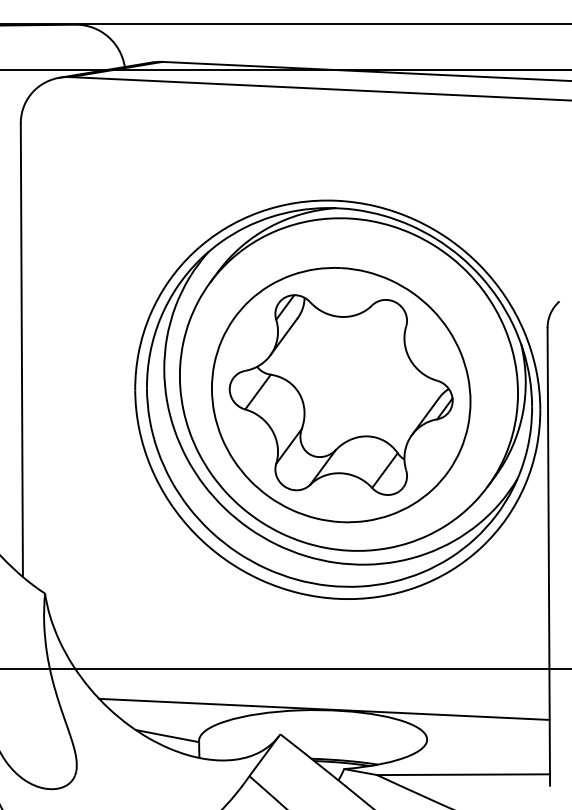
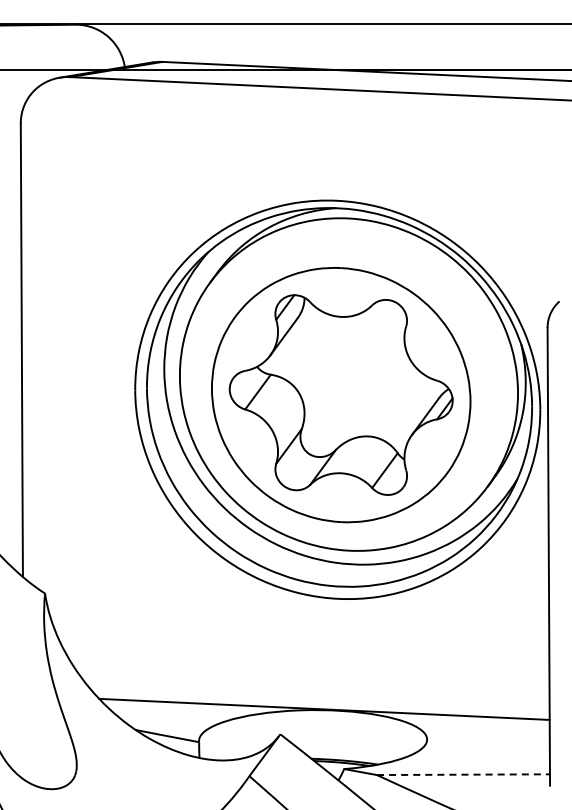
line at (285, 668): present -> none
line at (464, 774): solid -> dashed
